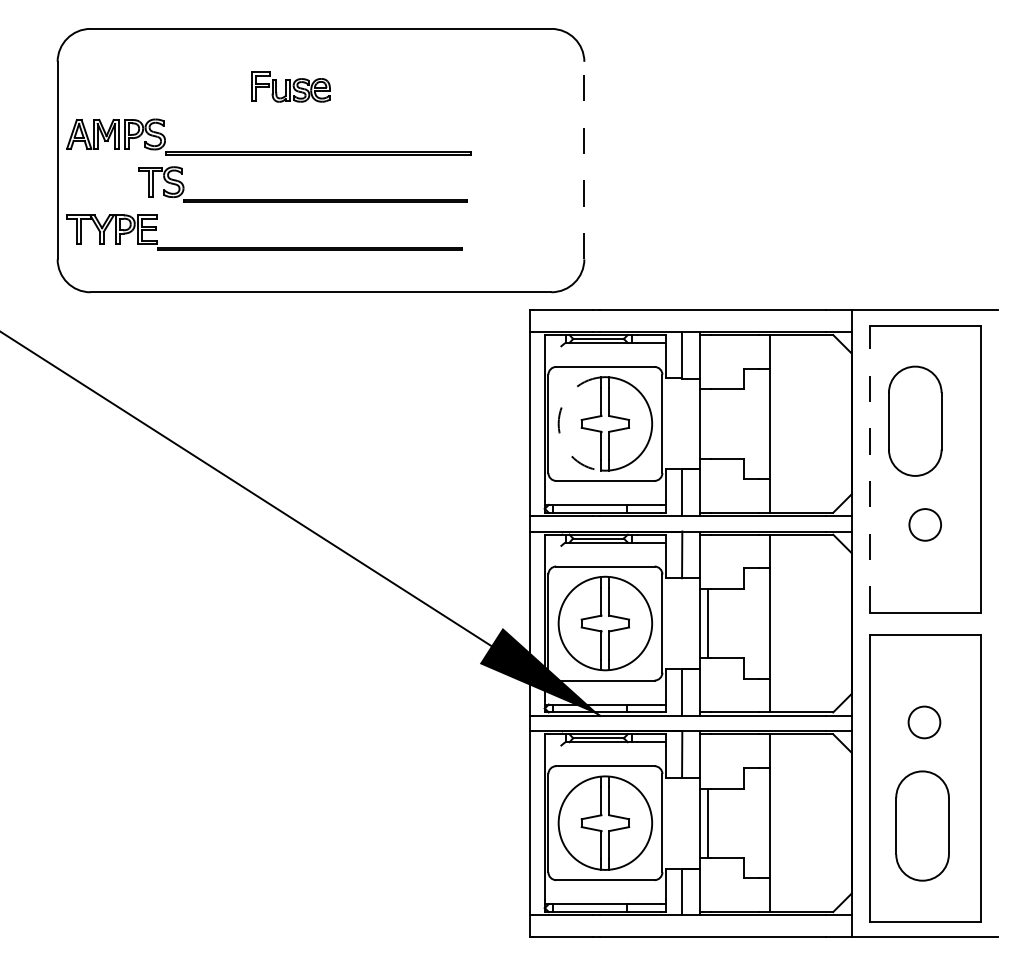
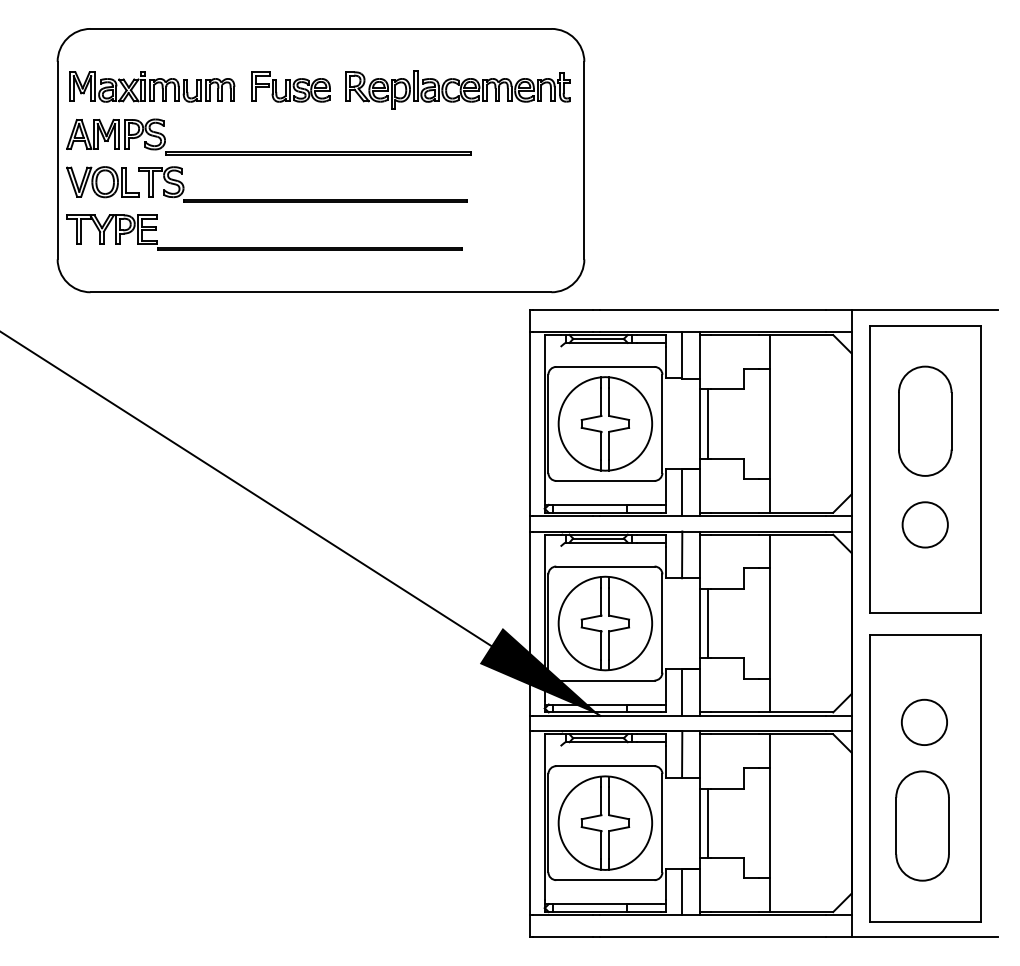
part at (152, 86): none -> present
part at (457, 89): none -> present
line at (584, 160): dashed -> solid
part at (102, 182): none -> present
part at (915, 420) position: (915, 420) -> (925, 420)
arc at (558, 423): dashed -> solid
line at (708, 423): none -> present
line at (869, 469): dashed -> solid
circle at (925, 524) diameter: 32 px -> 45 px
circle at (924, 722) diameter: 32 px -> 45 px
